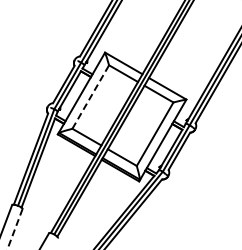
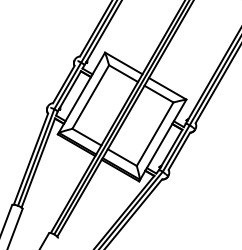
line at (90, 97): dashed -> solid
line at (14, 229): dashed -> solid
